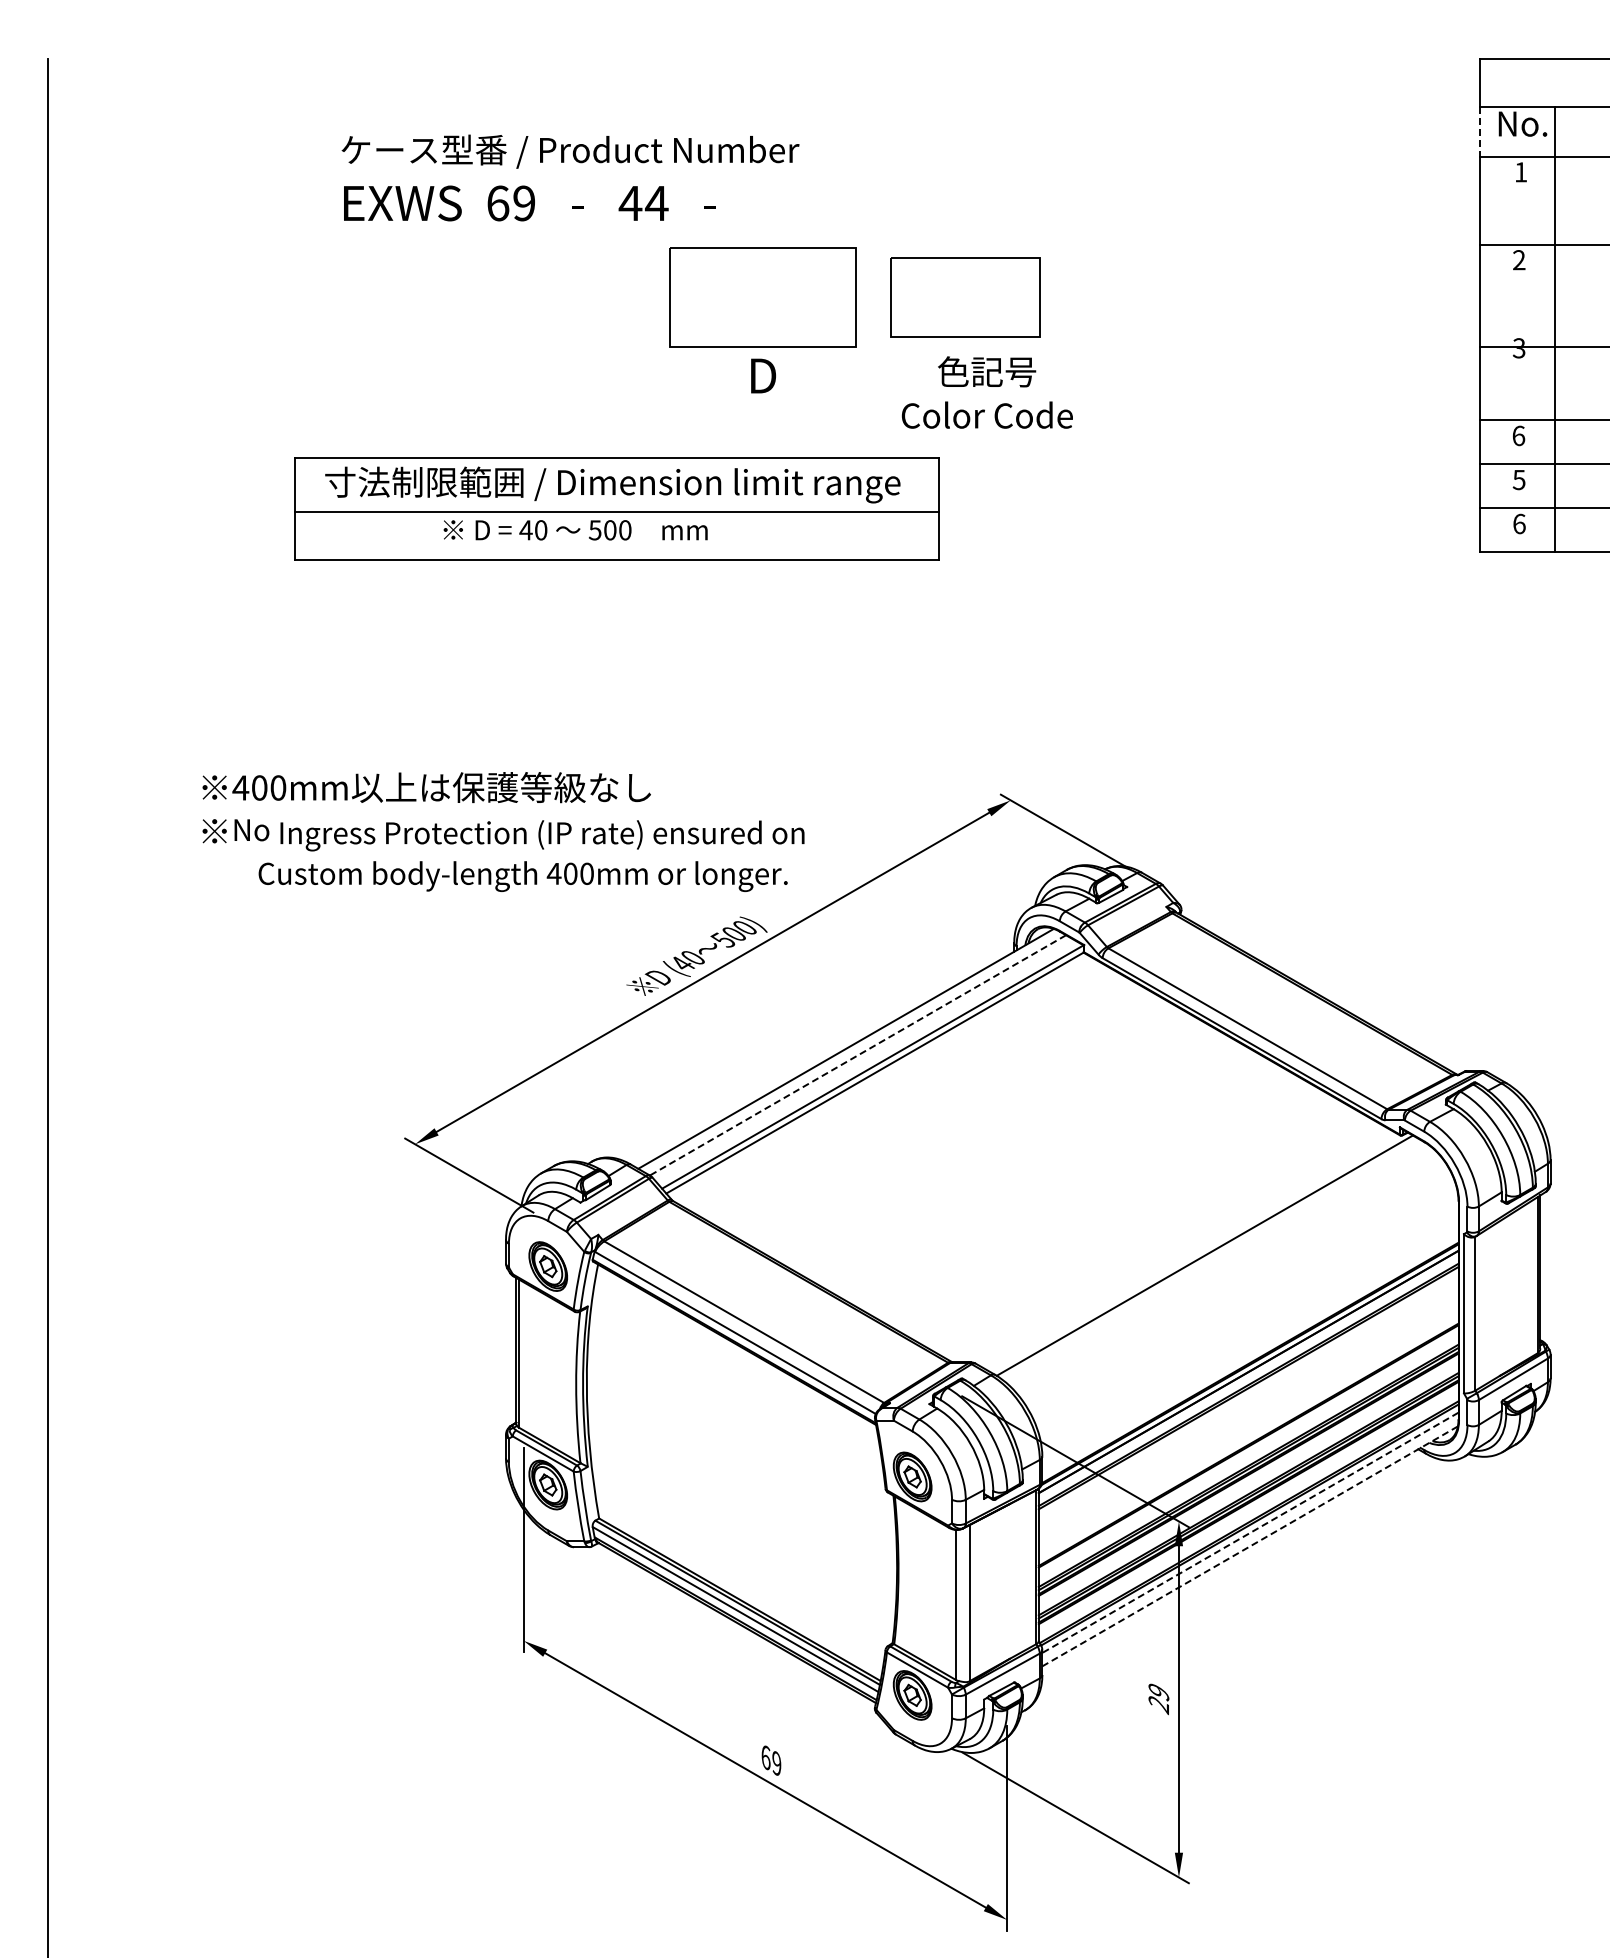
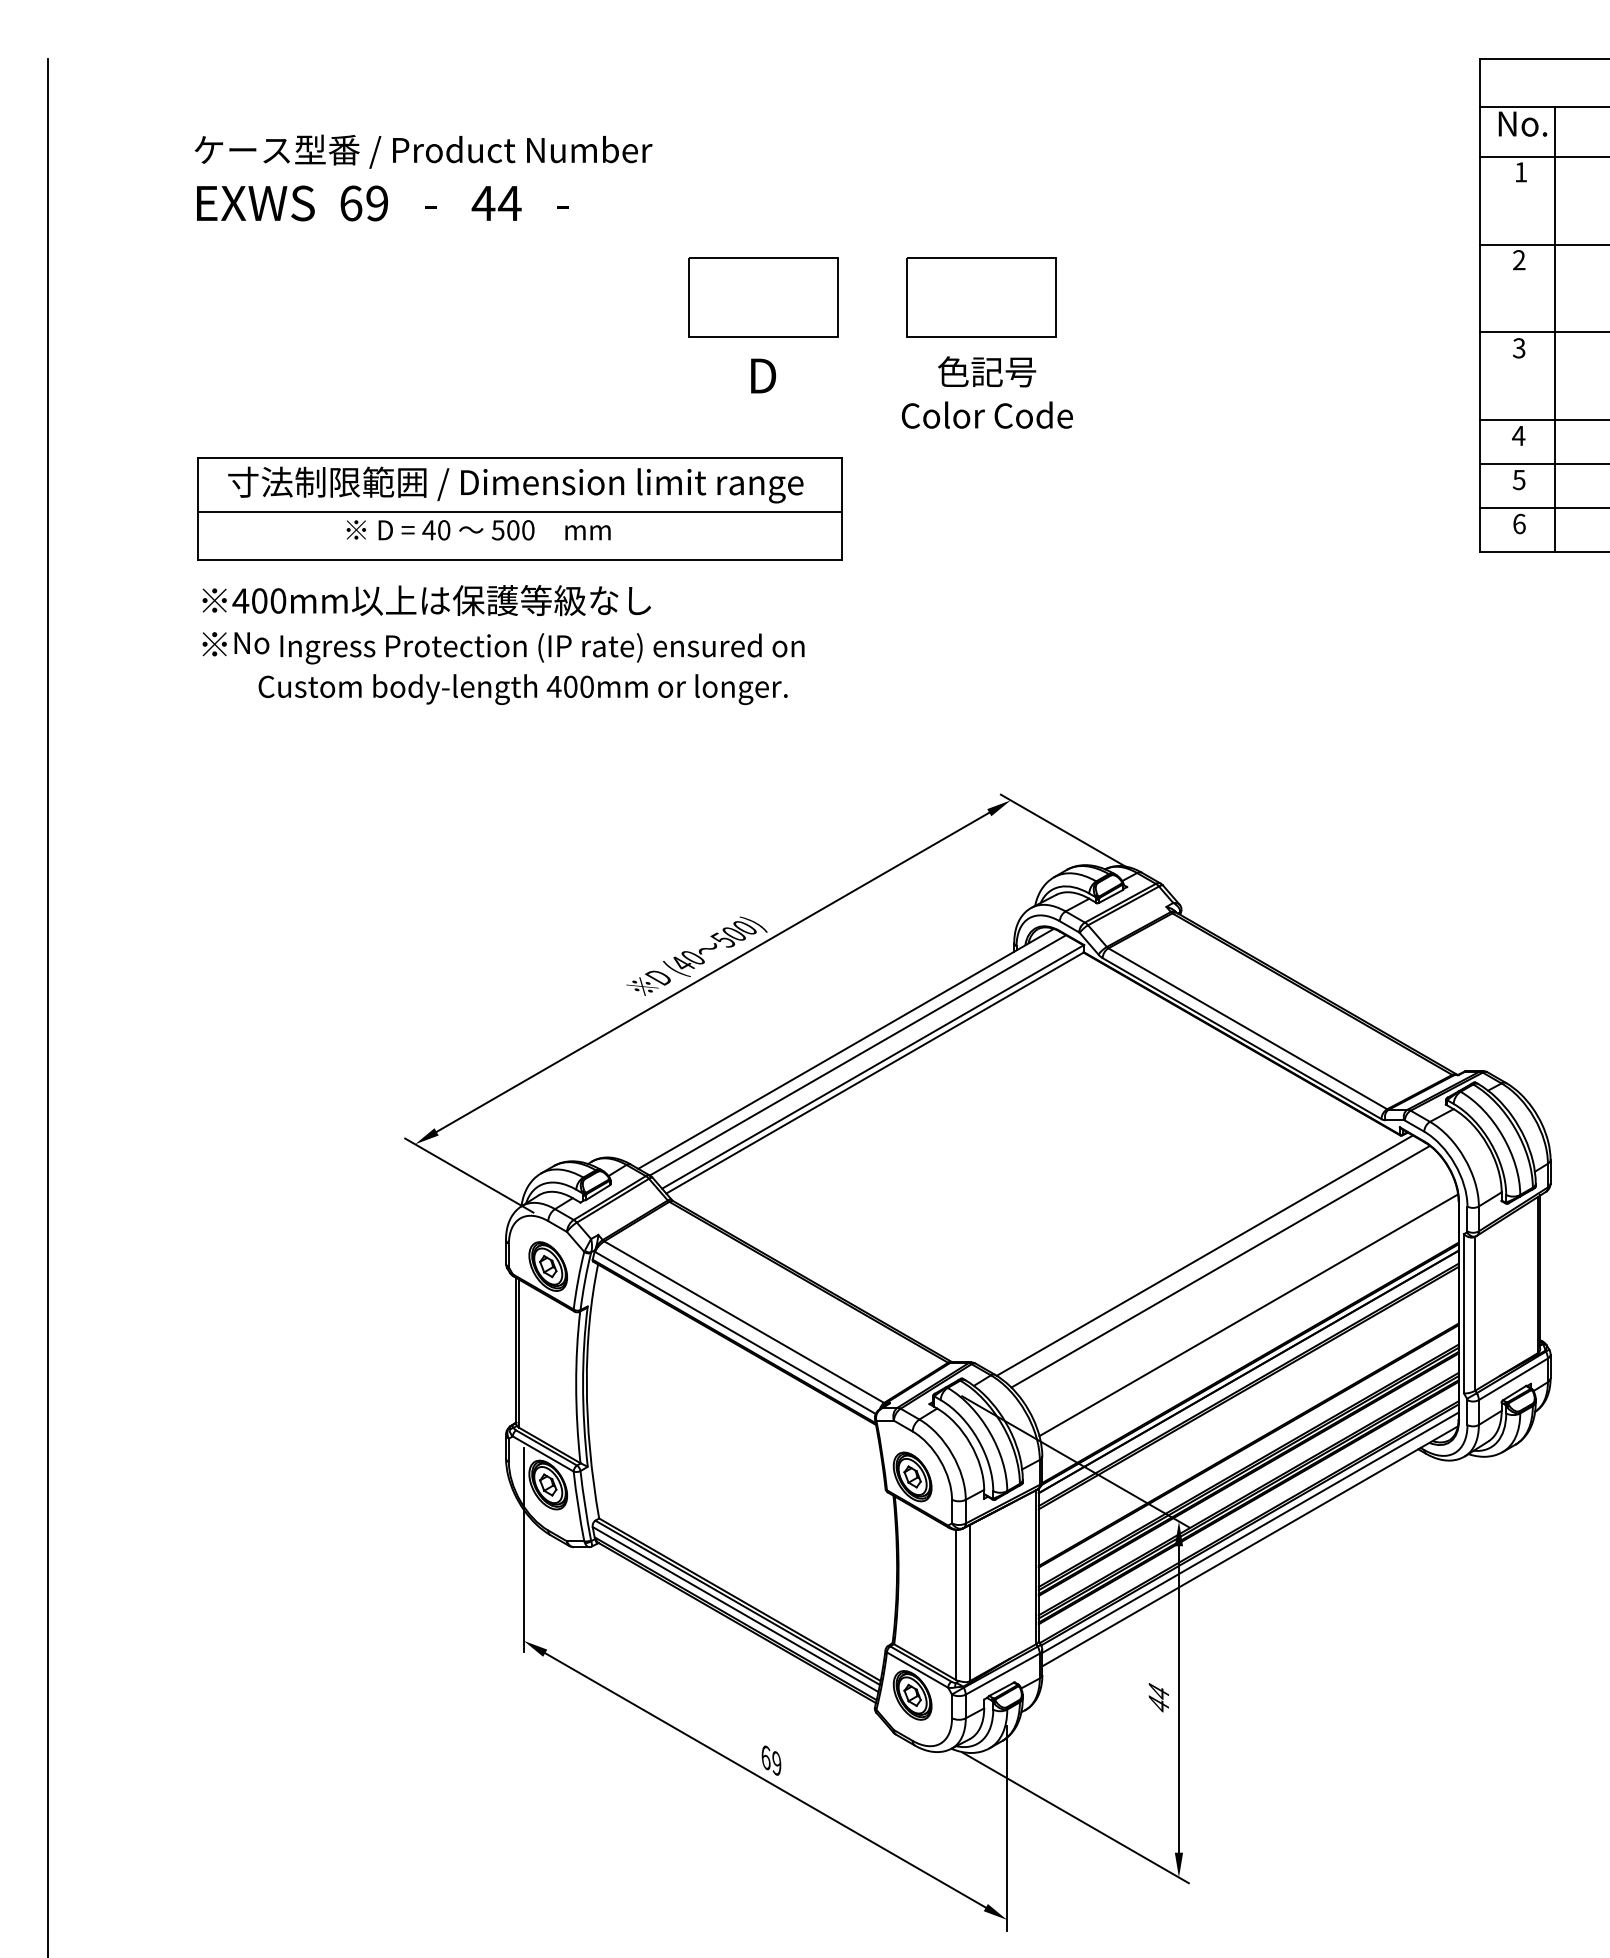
line at (1479, 131): dashed -> solid
text at (570, 177) position: (570, 177) -> (423, 177)
part at (762, 297) size: 188x101 px -> 151x81 px
part at (965, 297) position: (965, 297) -> (981, 297)
line at (1542, 347) position: (1542, 347) -> (1542, 332)
text at (1518, 435): 6 -> 4
part at (616, 508) position: (616, 508) -> (519, 508)
text at (503, 831) position: (503, 831) -> (503, 644)
line at (857, 1055): dashed -> solid
line at (1220, 1266): none -> present
line at (1248, 1315): none -> present
line at (1249, 1533): dashed -> solid
line at (1250, 1546): dashed -> solid
text at (1158, 1699): 29 -> 44
